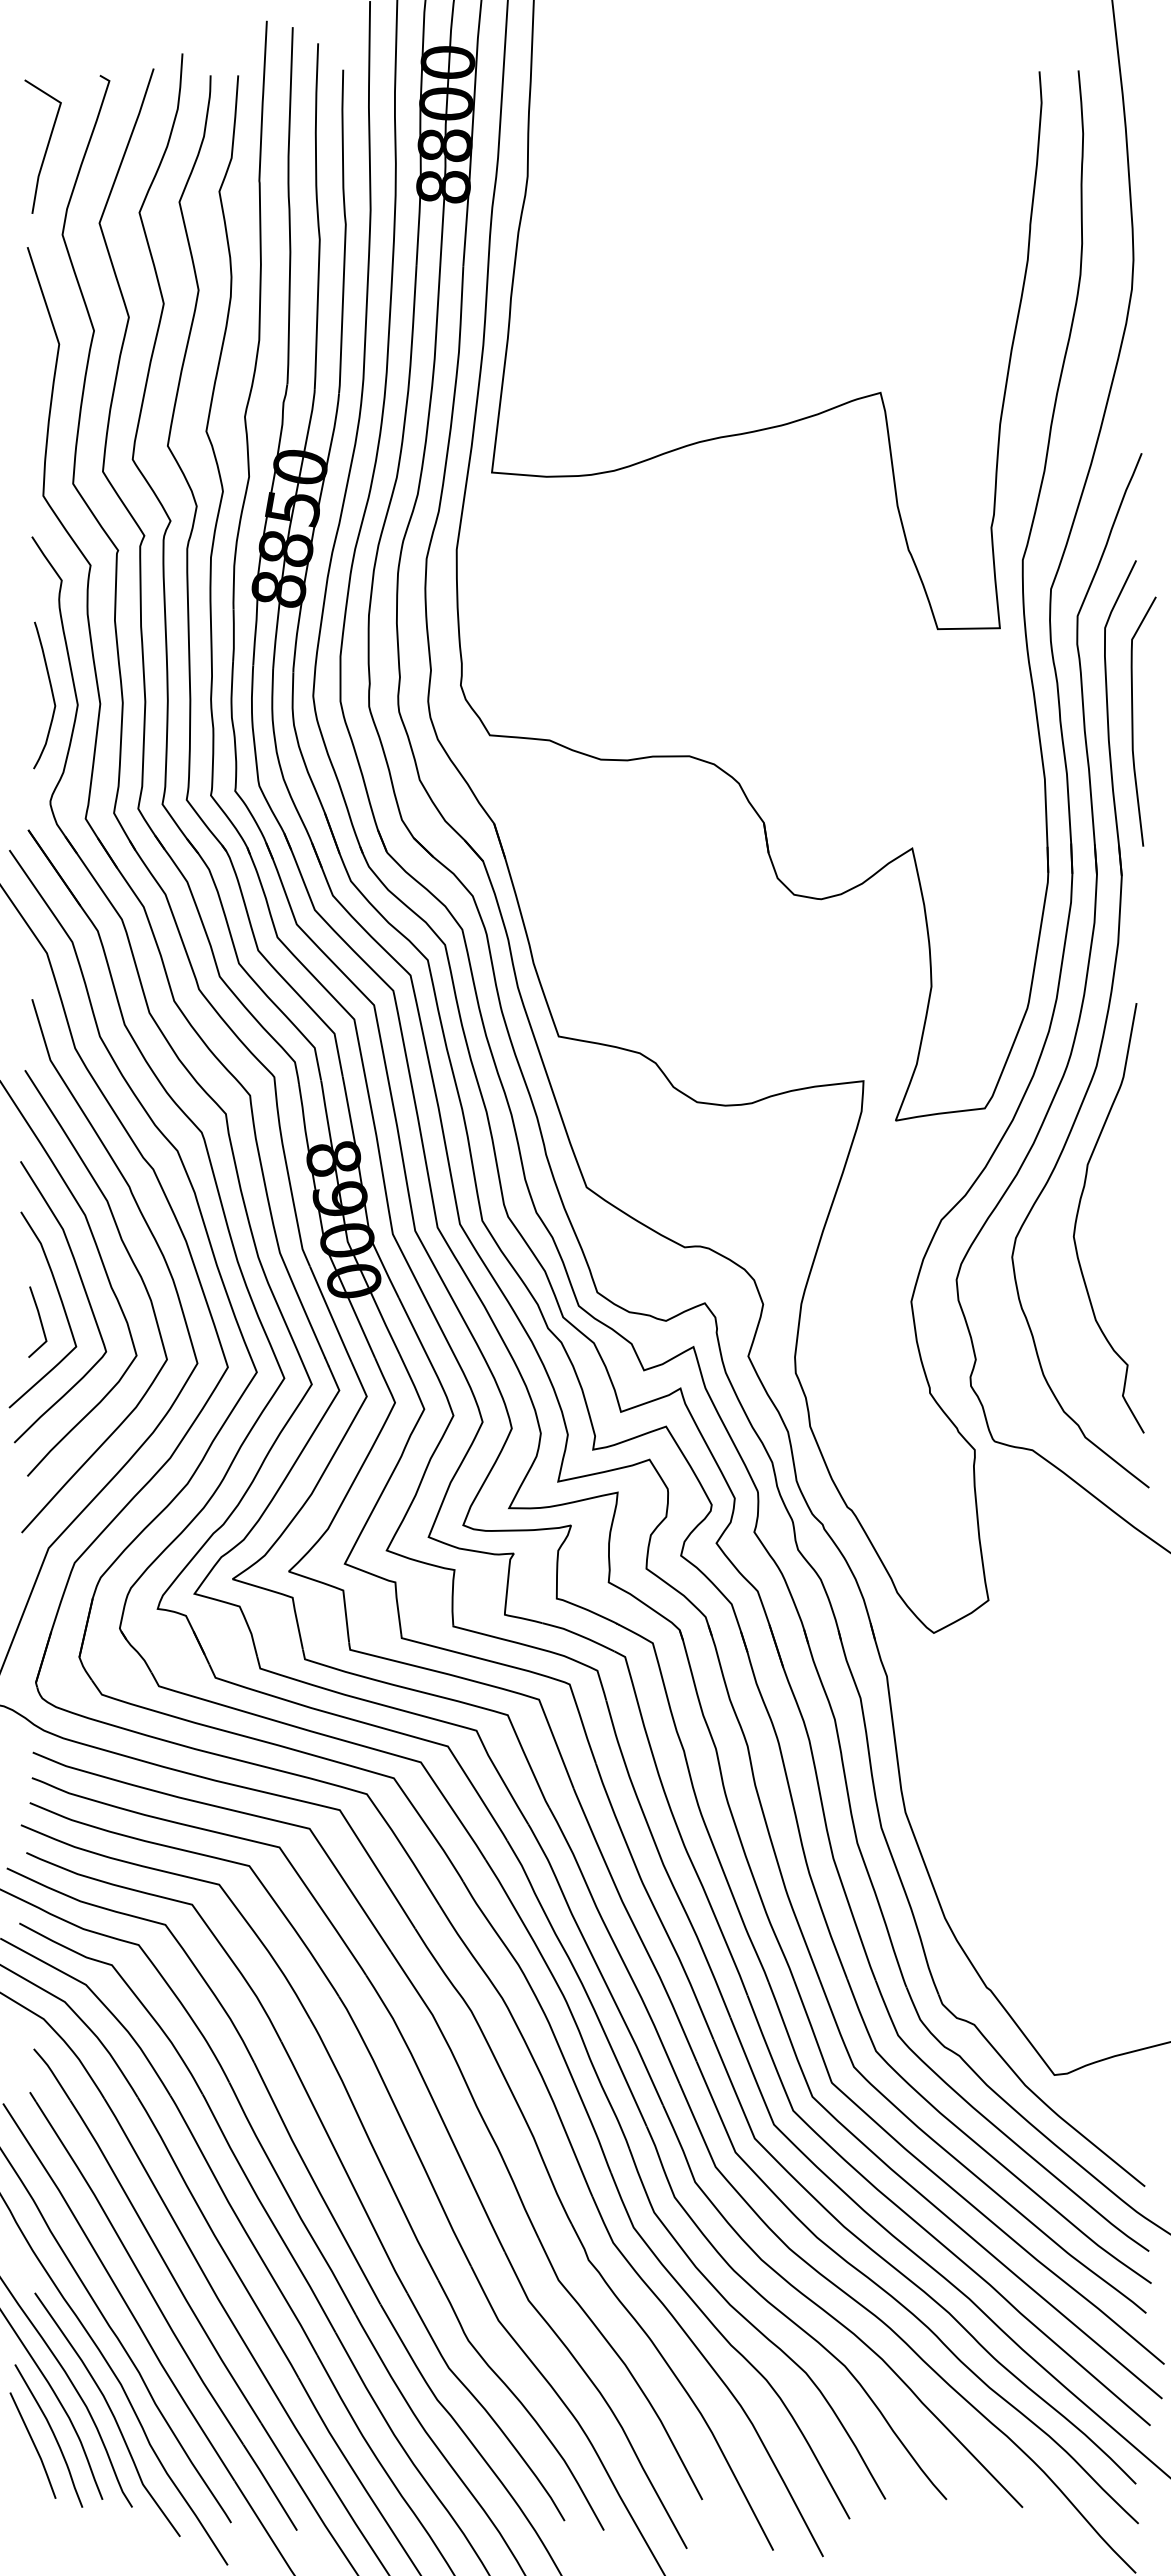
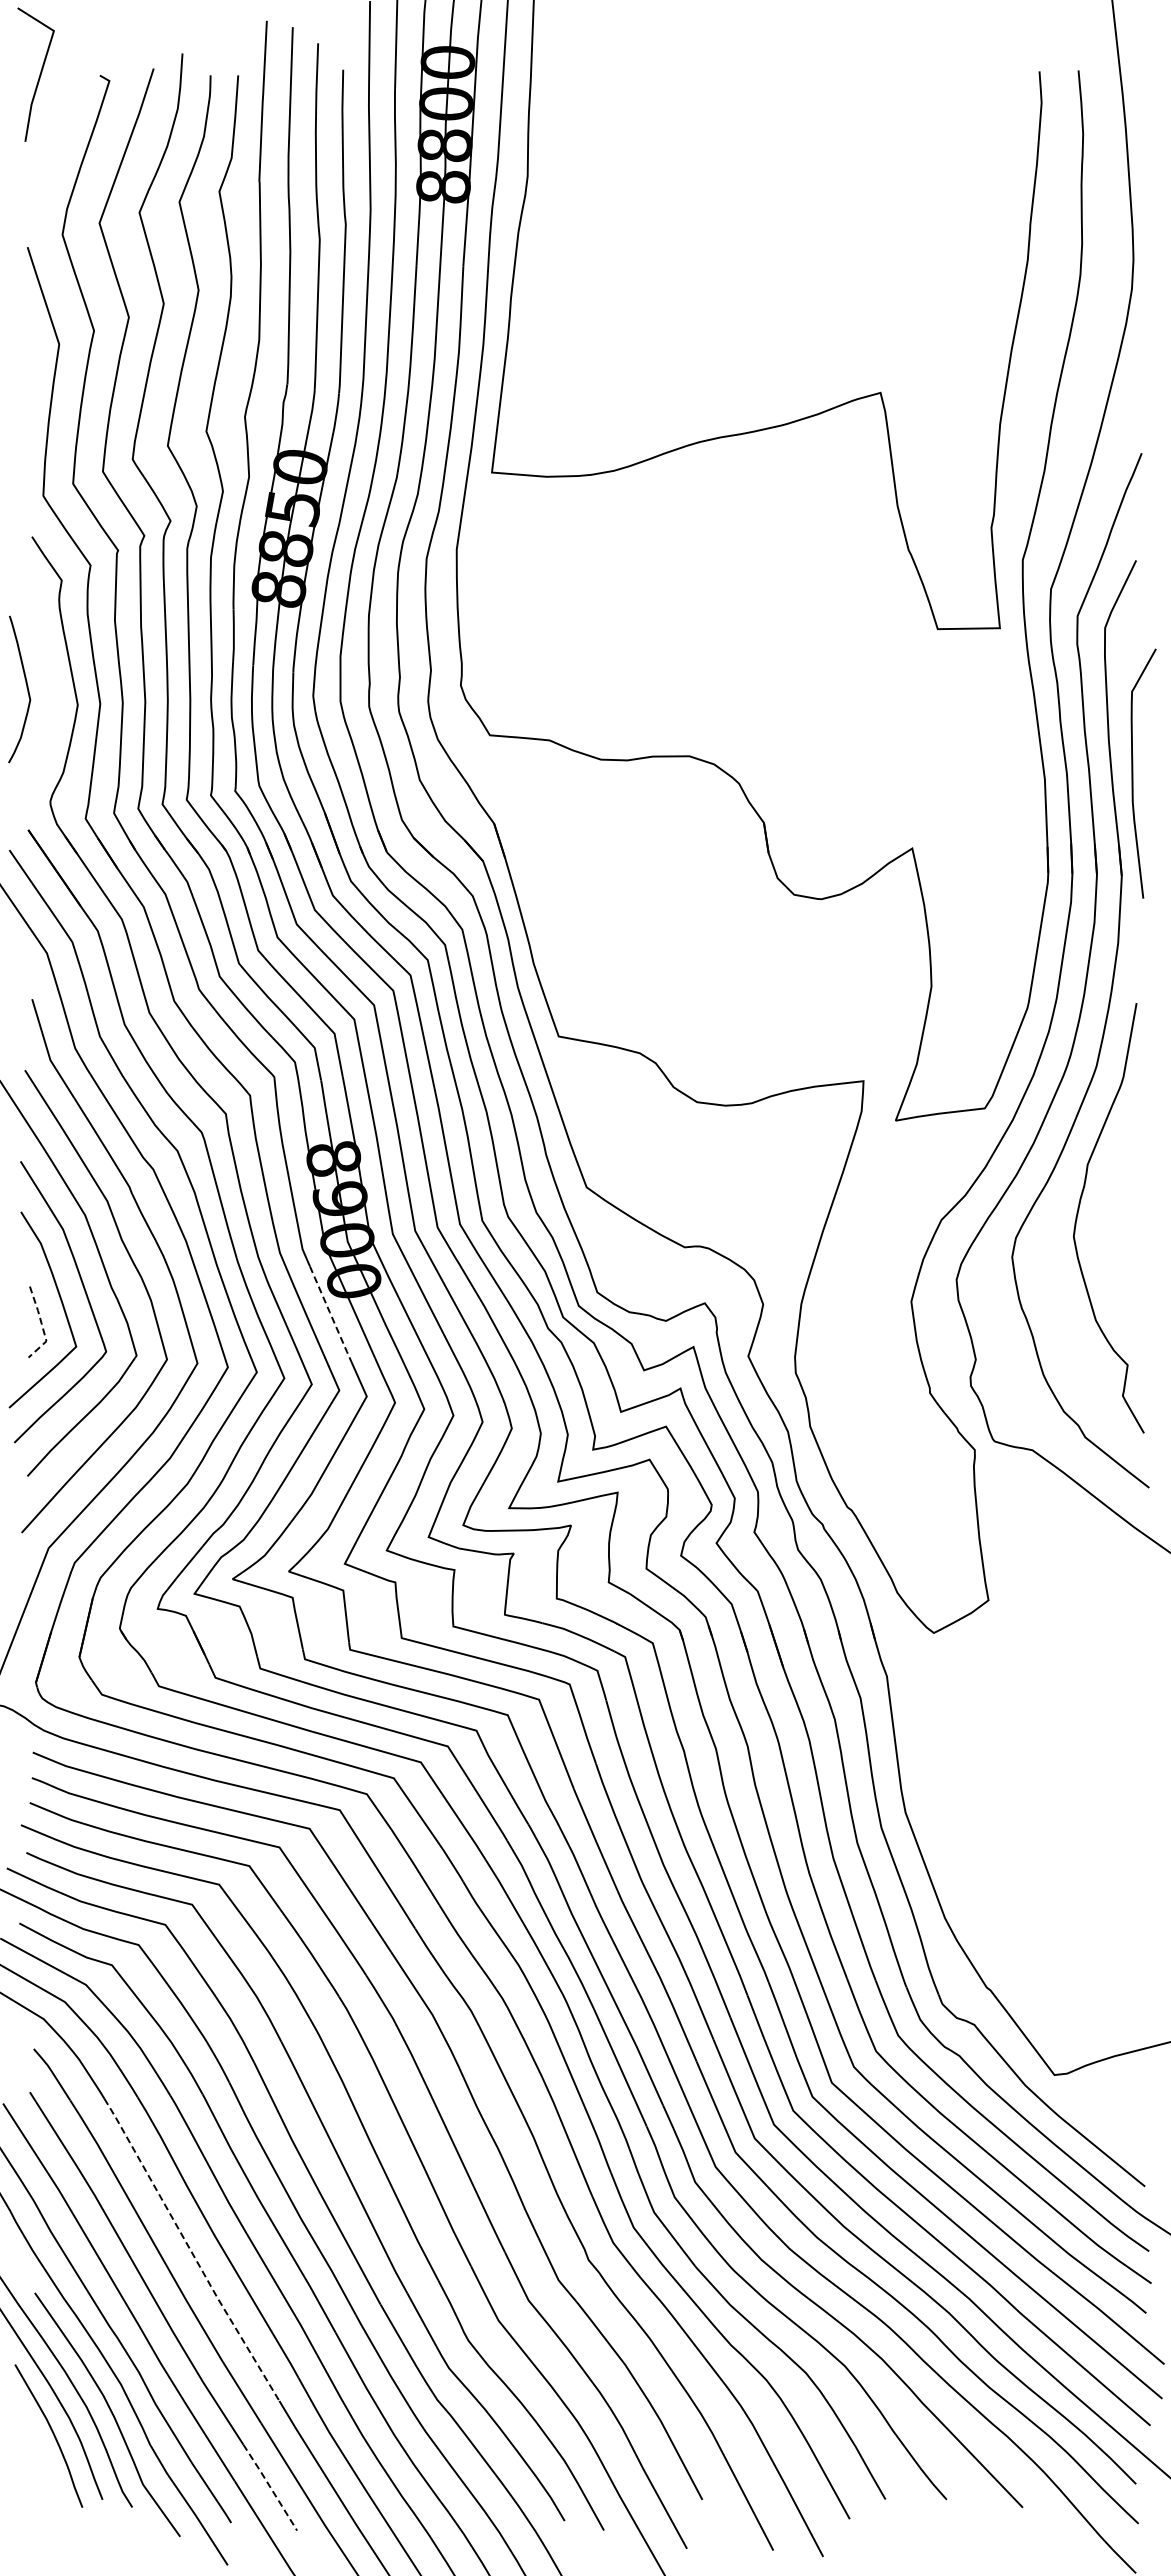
line at (46, 146) position: (46, 146) -> (39, 74)
curve at (51, 694) position: (51, 694) -> (26, 688)
curve at (1133, 721) position: (1133, 721) -> (1133, 773)
line at (330, 1314): solid -> dashed
line at (42, 1325): solid -> dashed
line at (190, 2250): solid -> dashed
line at (33, 2445): present -> none
line at (270, 2487): solid -> dashed
